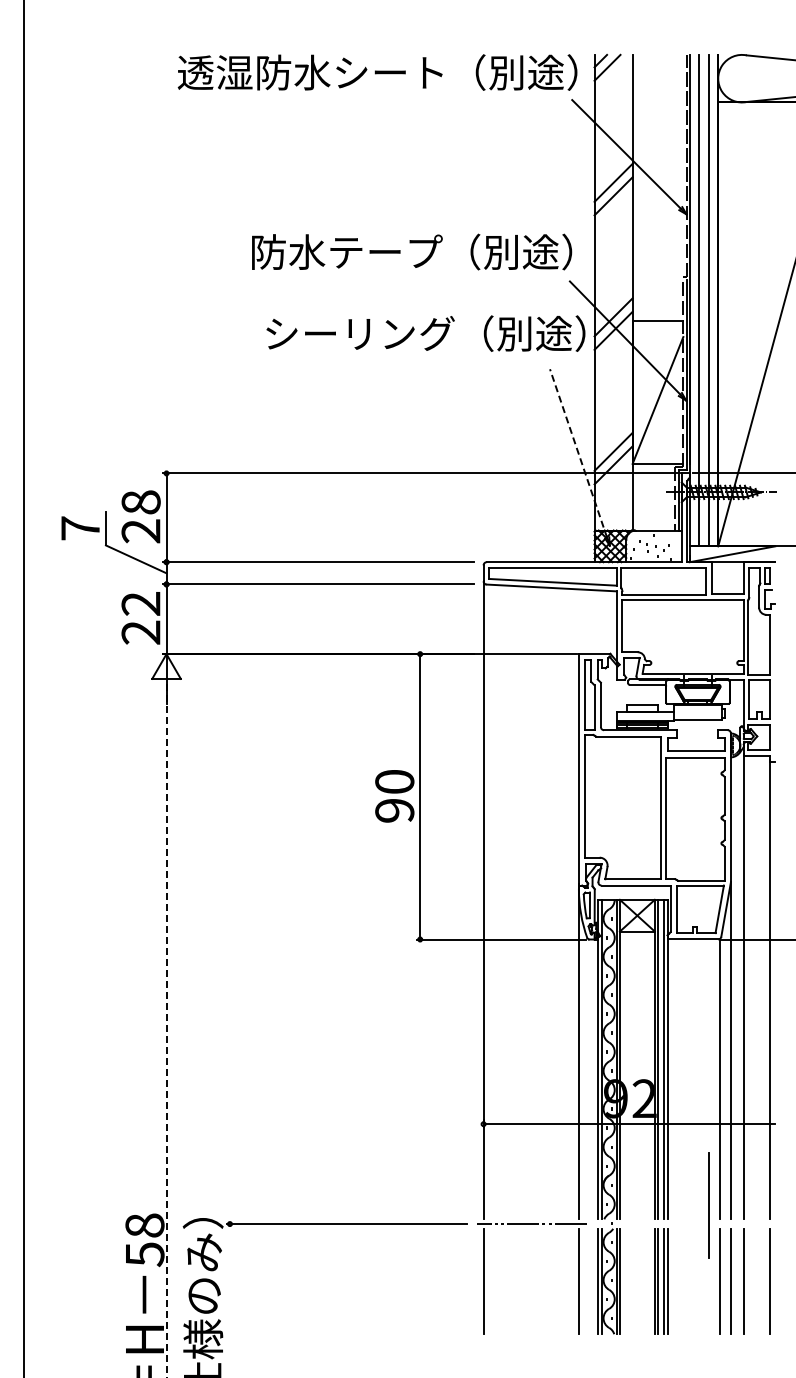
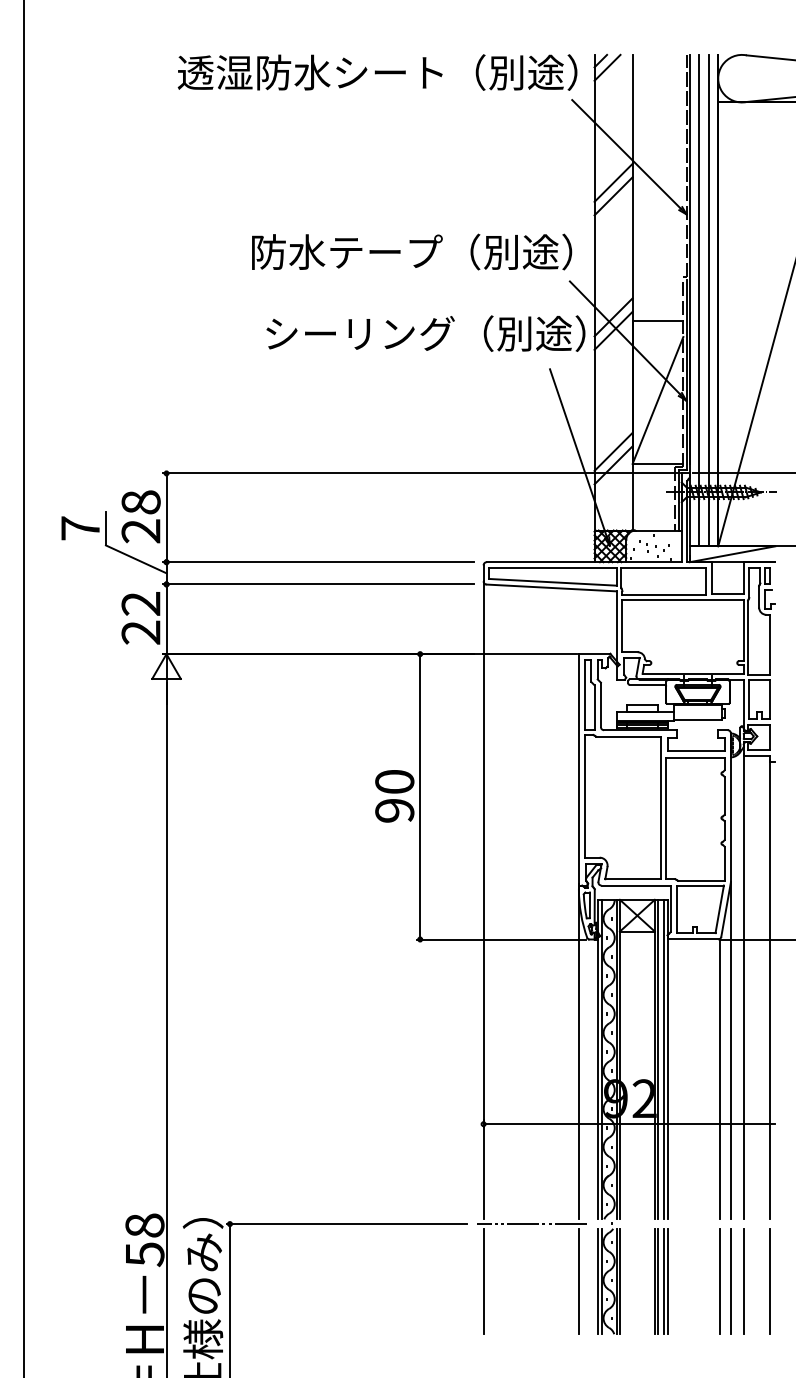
line at (578, 453): dashed -> solid
line at (166, 1029): dashed -> solid
line at (708, 1205): present -> none
line at (229, 1299): none -> present
